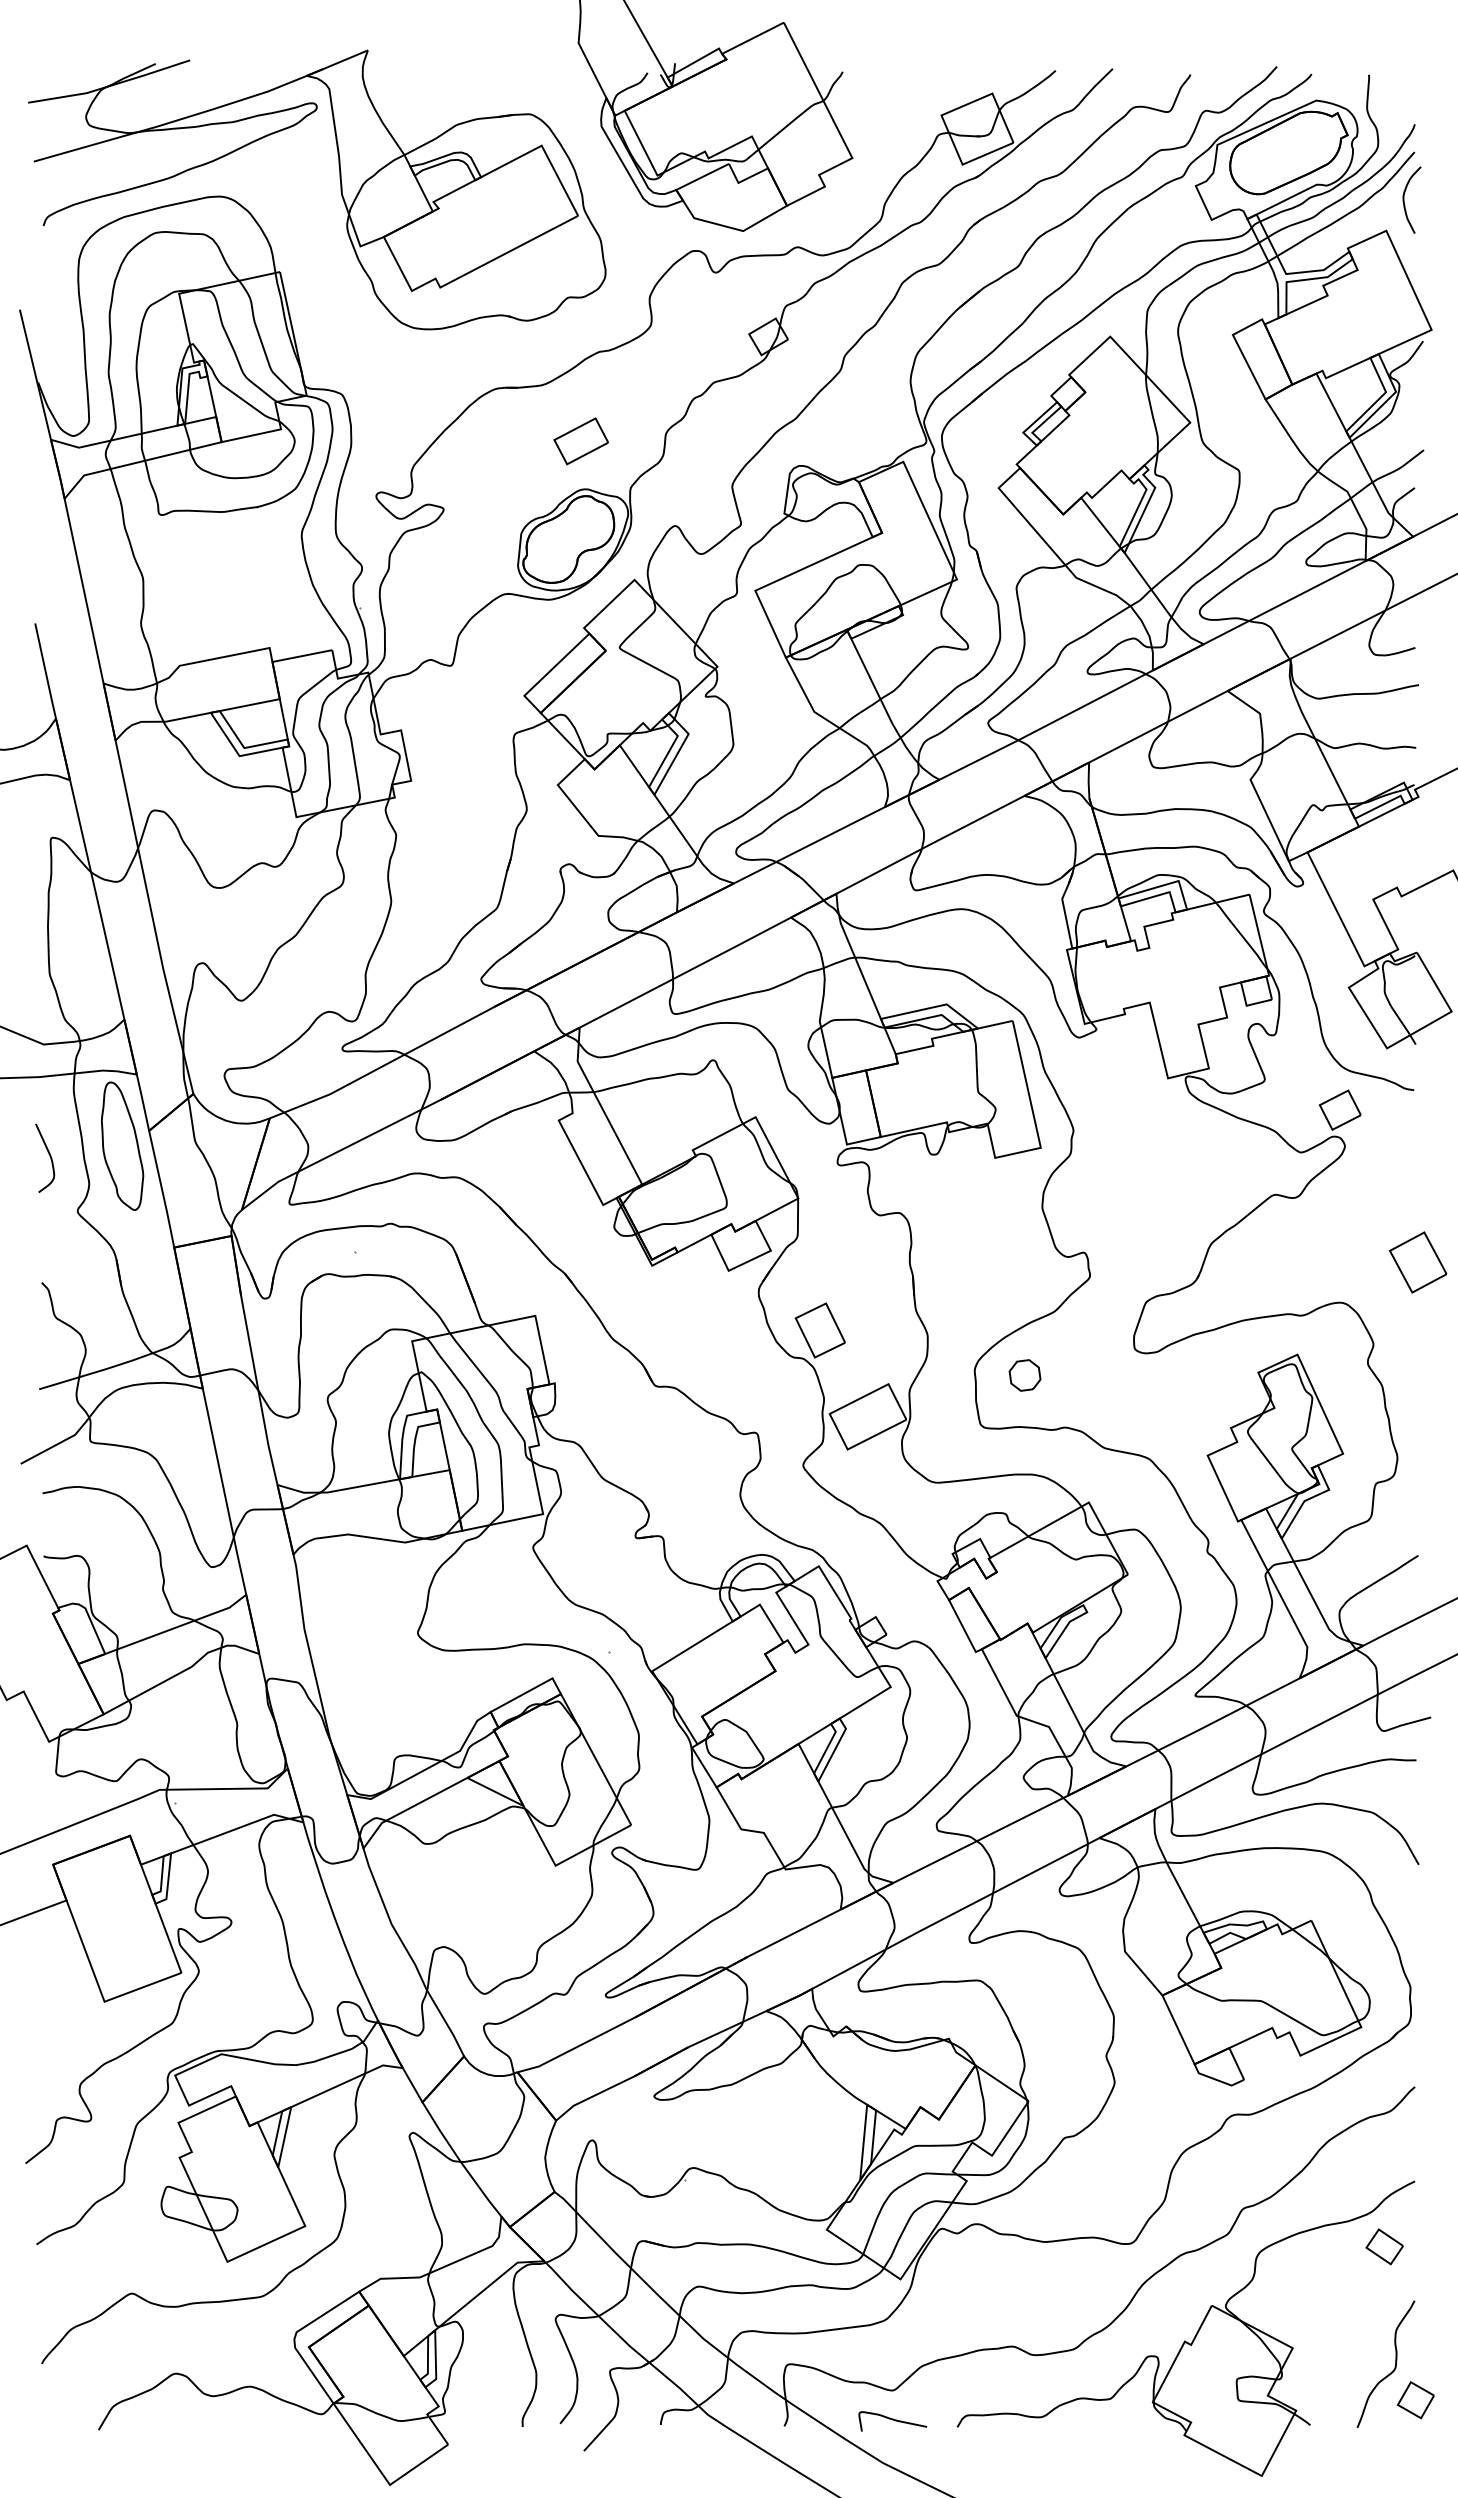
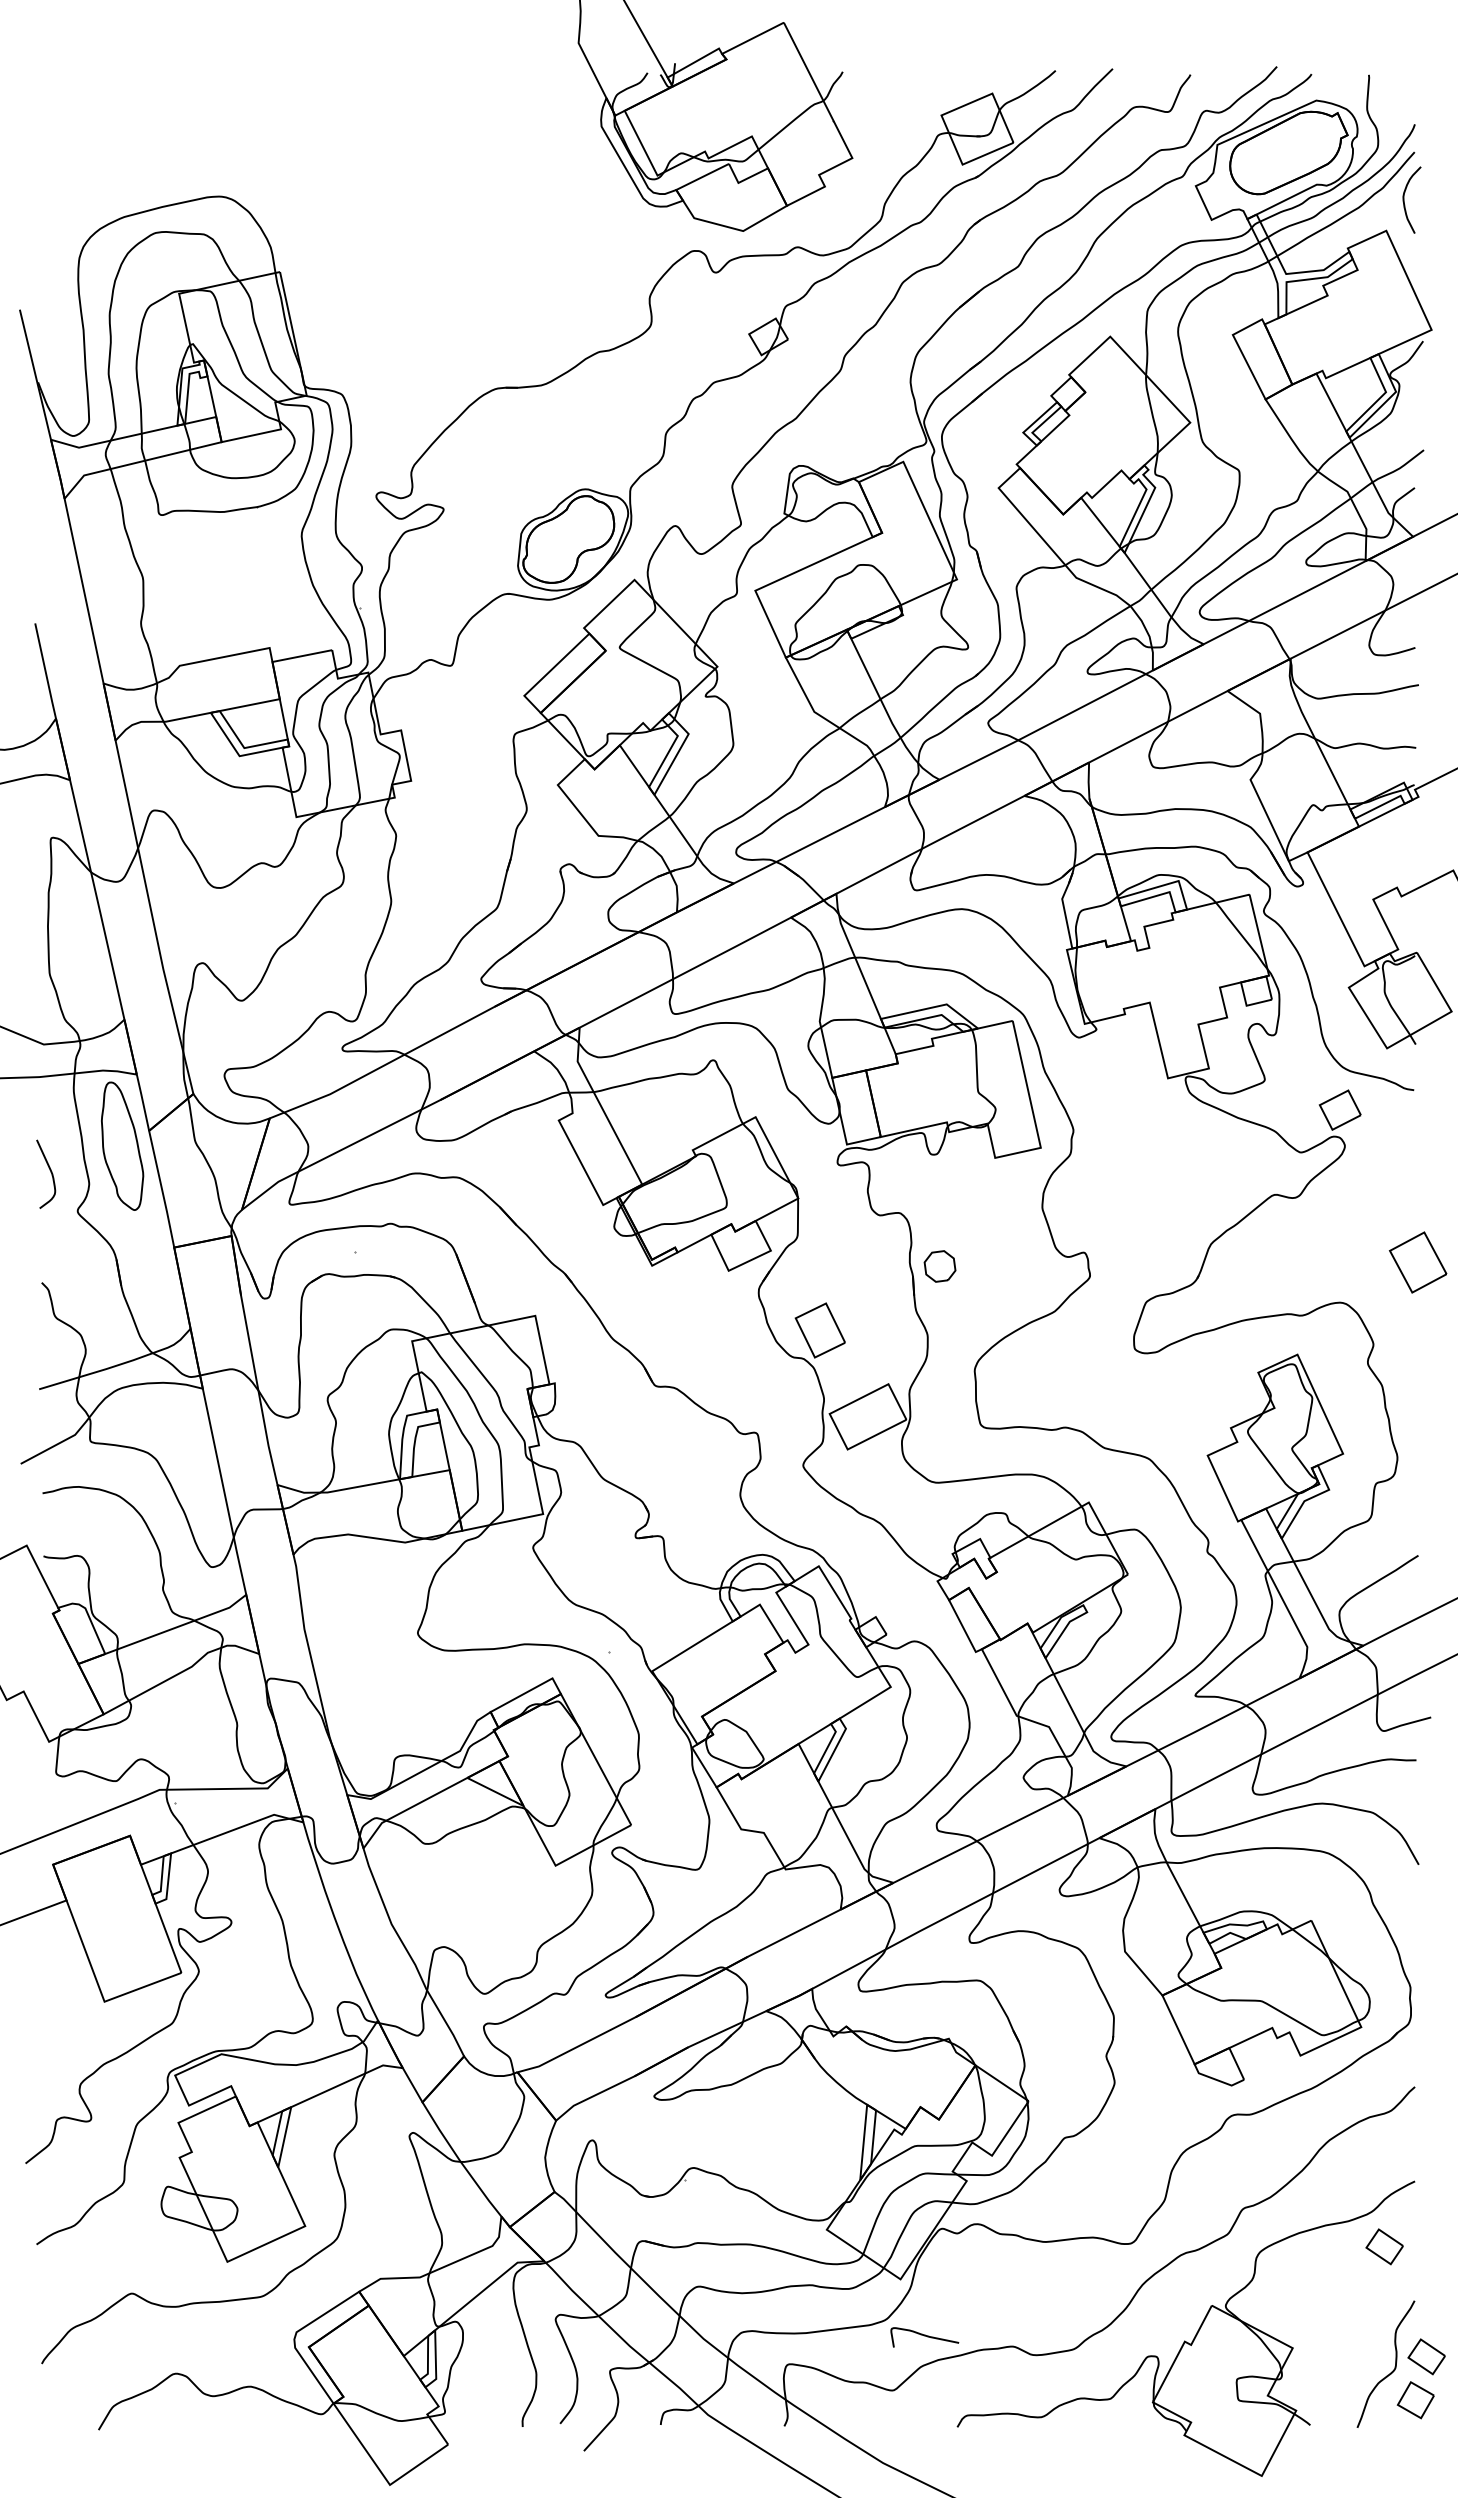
part at (340, 189): present -> none
part at (580, 441): present -> none
curve at (49, 1156) position: (49, 1156) -> (50, 1172)
part at (1024, 1375) position: (1024, 1375) -> (939, 1266)
part at (1426, 2356): none -> present
curve at (892, 2420) position: (892, 2420) -> (924, 2336)
